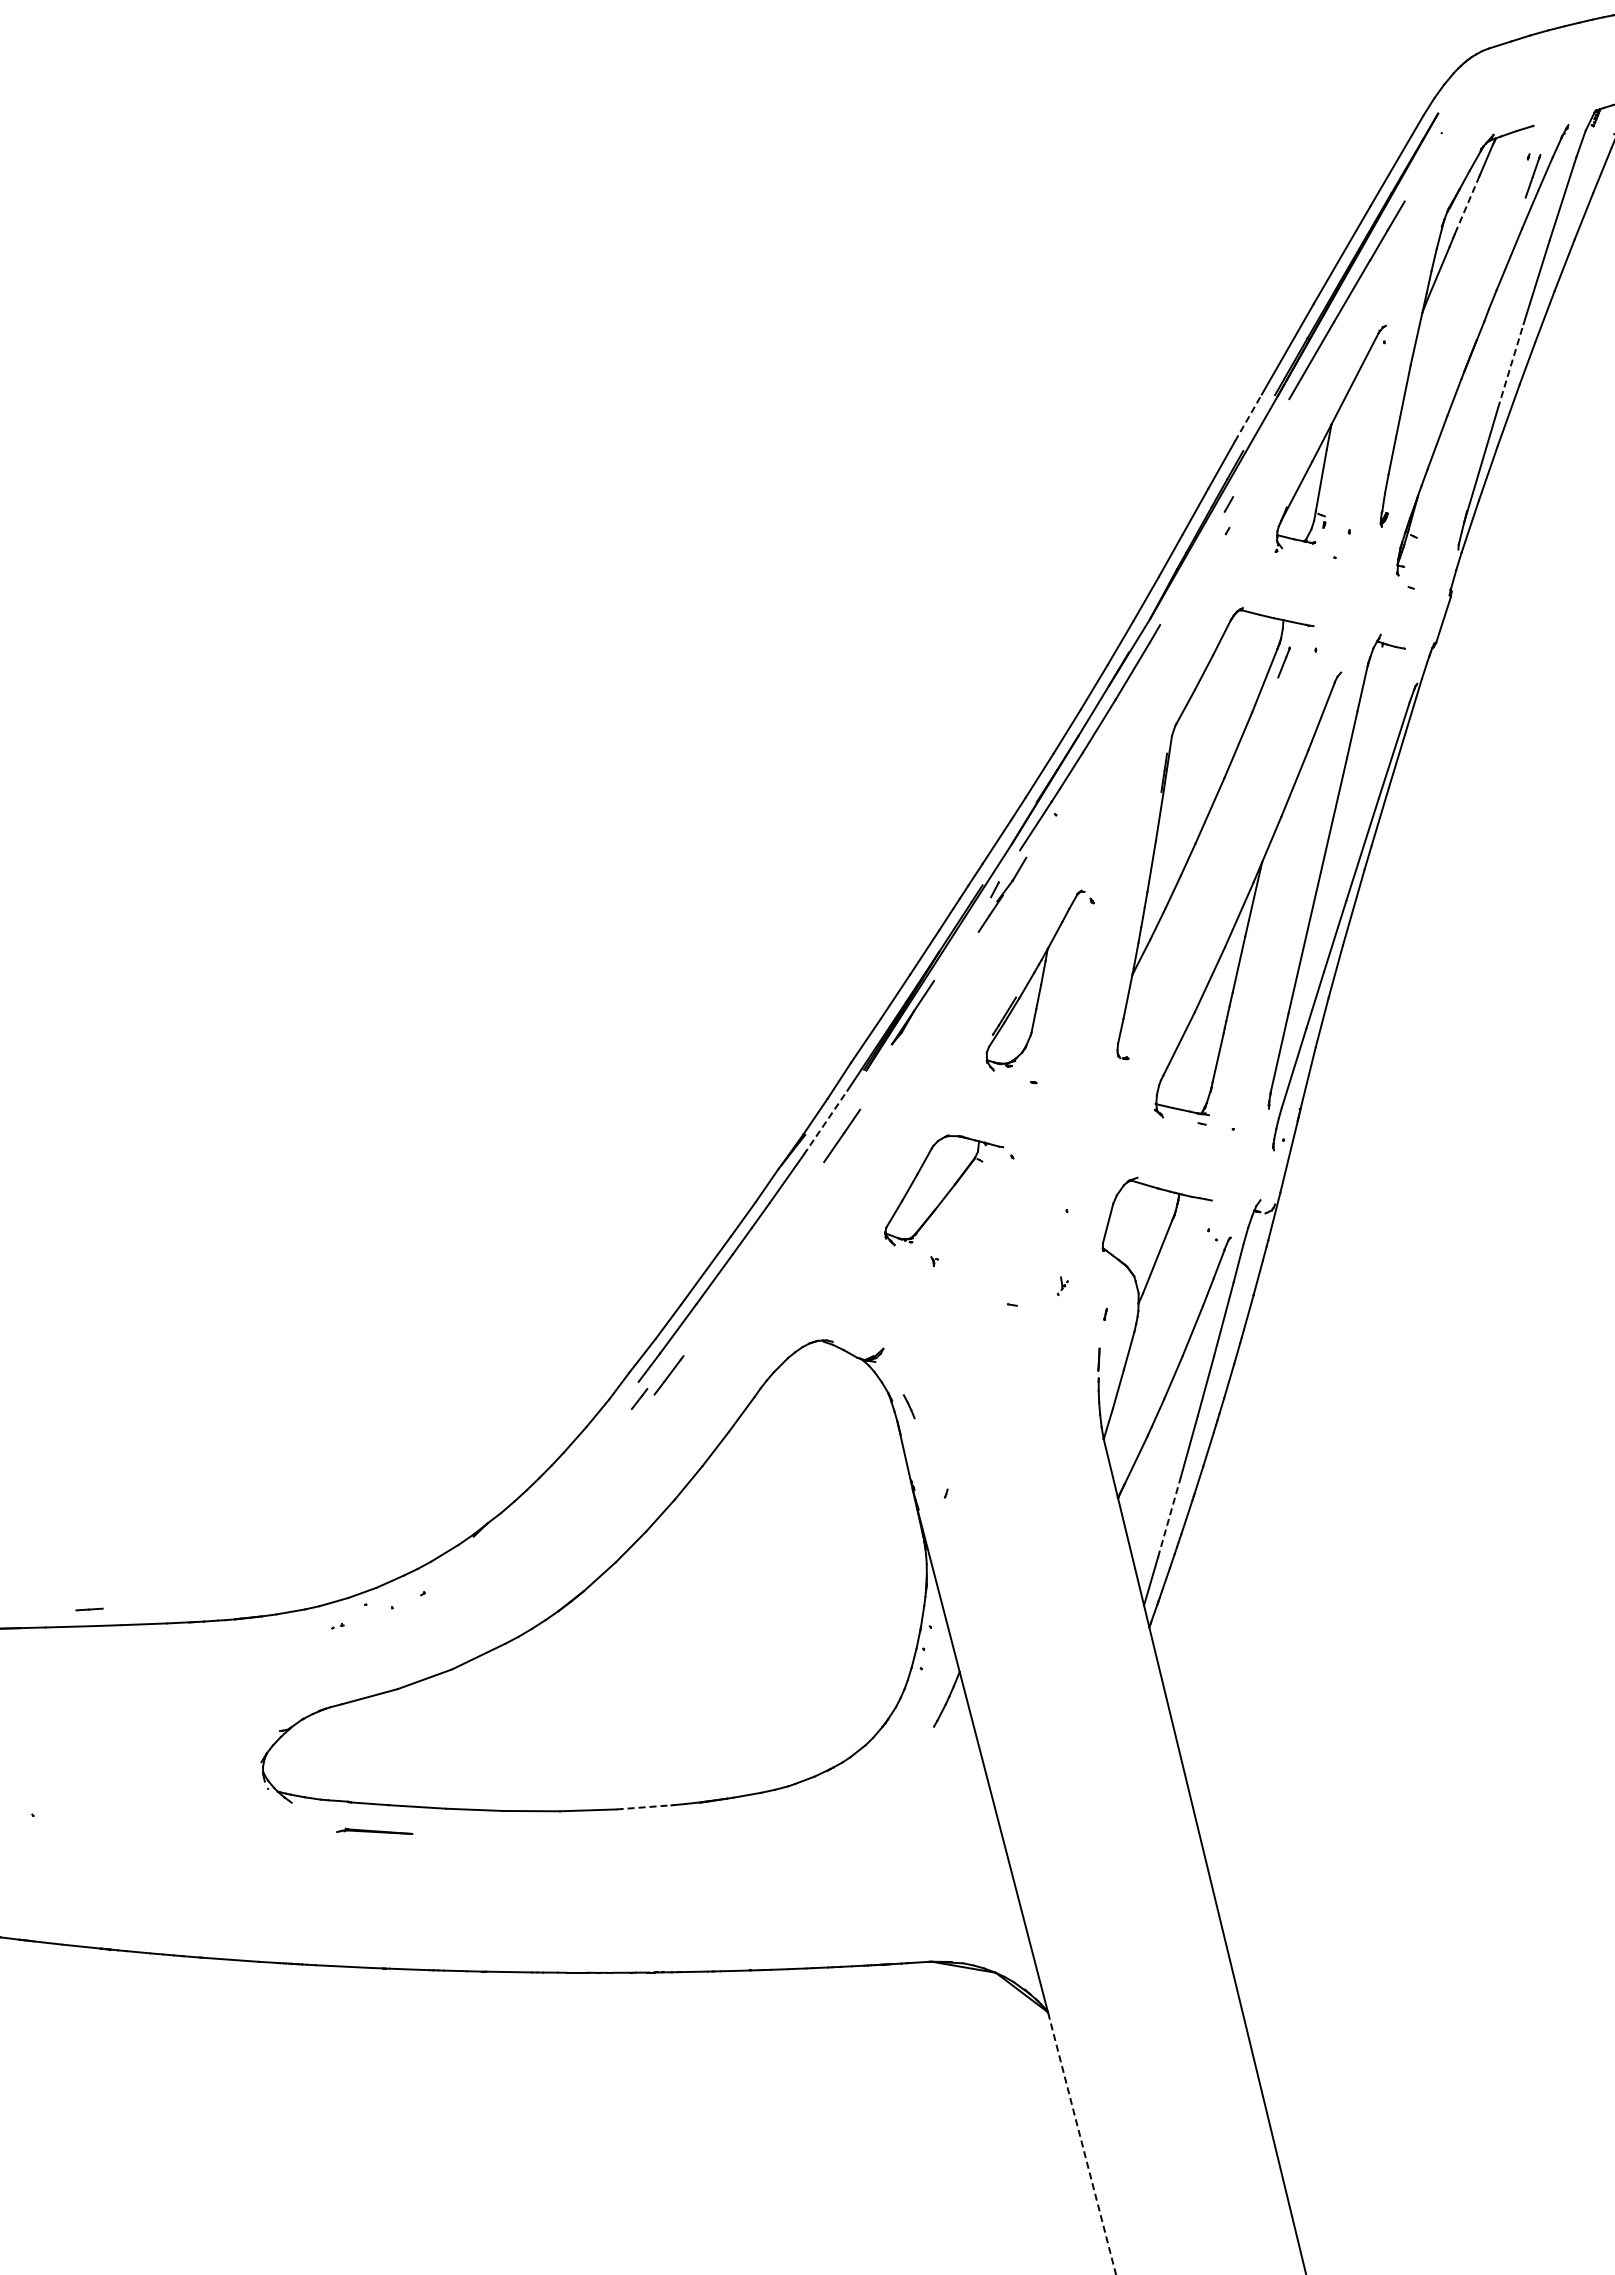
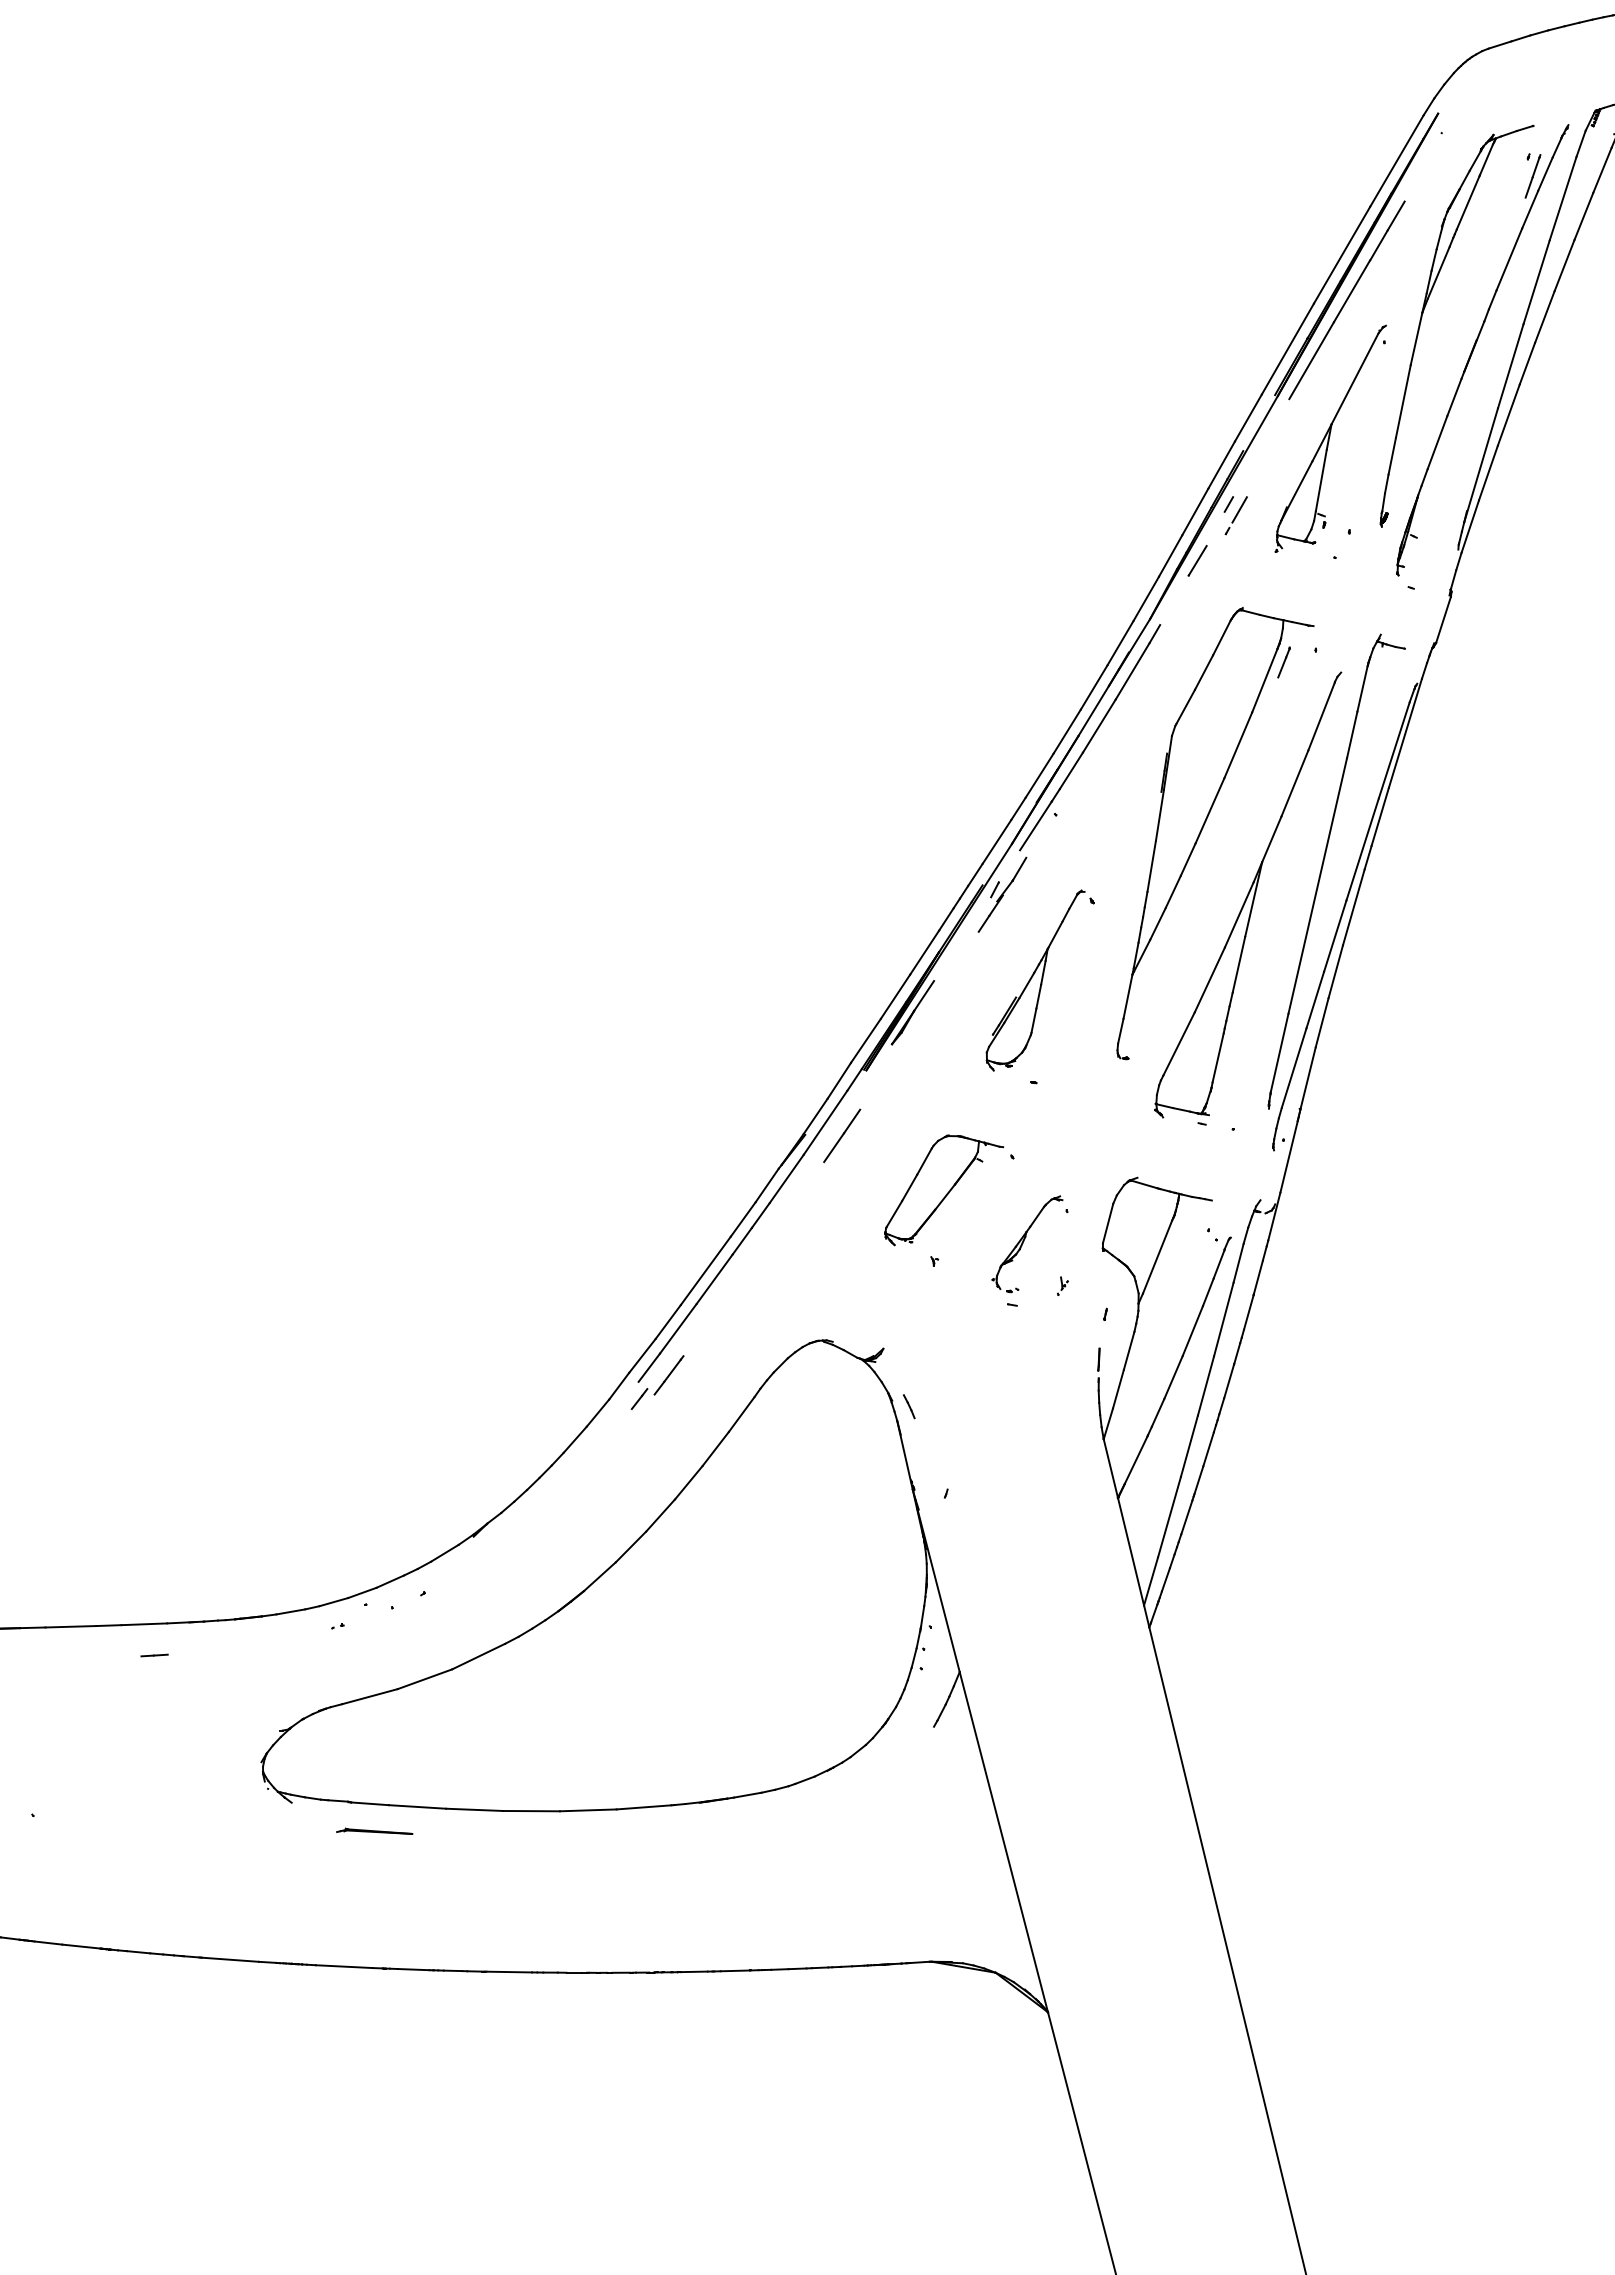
line at (1468, 202): dashed -> solid
line at (1510, 365): dashed -> solid
line at (1248, 417): dashed -> solid
line at (1239, 509): none -> present
line at (1197, 560): none -> present
line at (825, 1122): dashed -> solid
part at (1027, 1244): none -> present
line at (1169, 1517): dashed -> solid
line at (89, 1609) position: (89, 1609) -> (154, 1655)
line at (644, 1807): dashed -> solid
line at (1081, 2143): dashed -> solid
